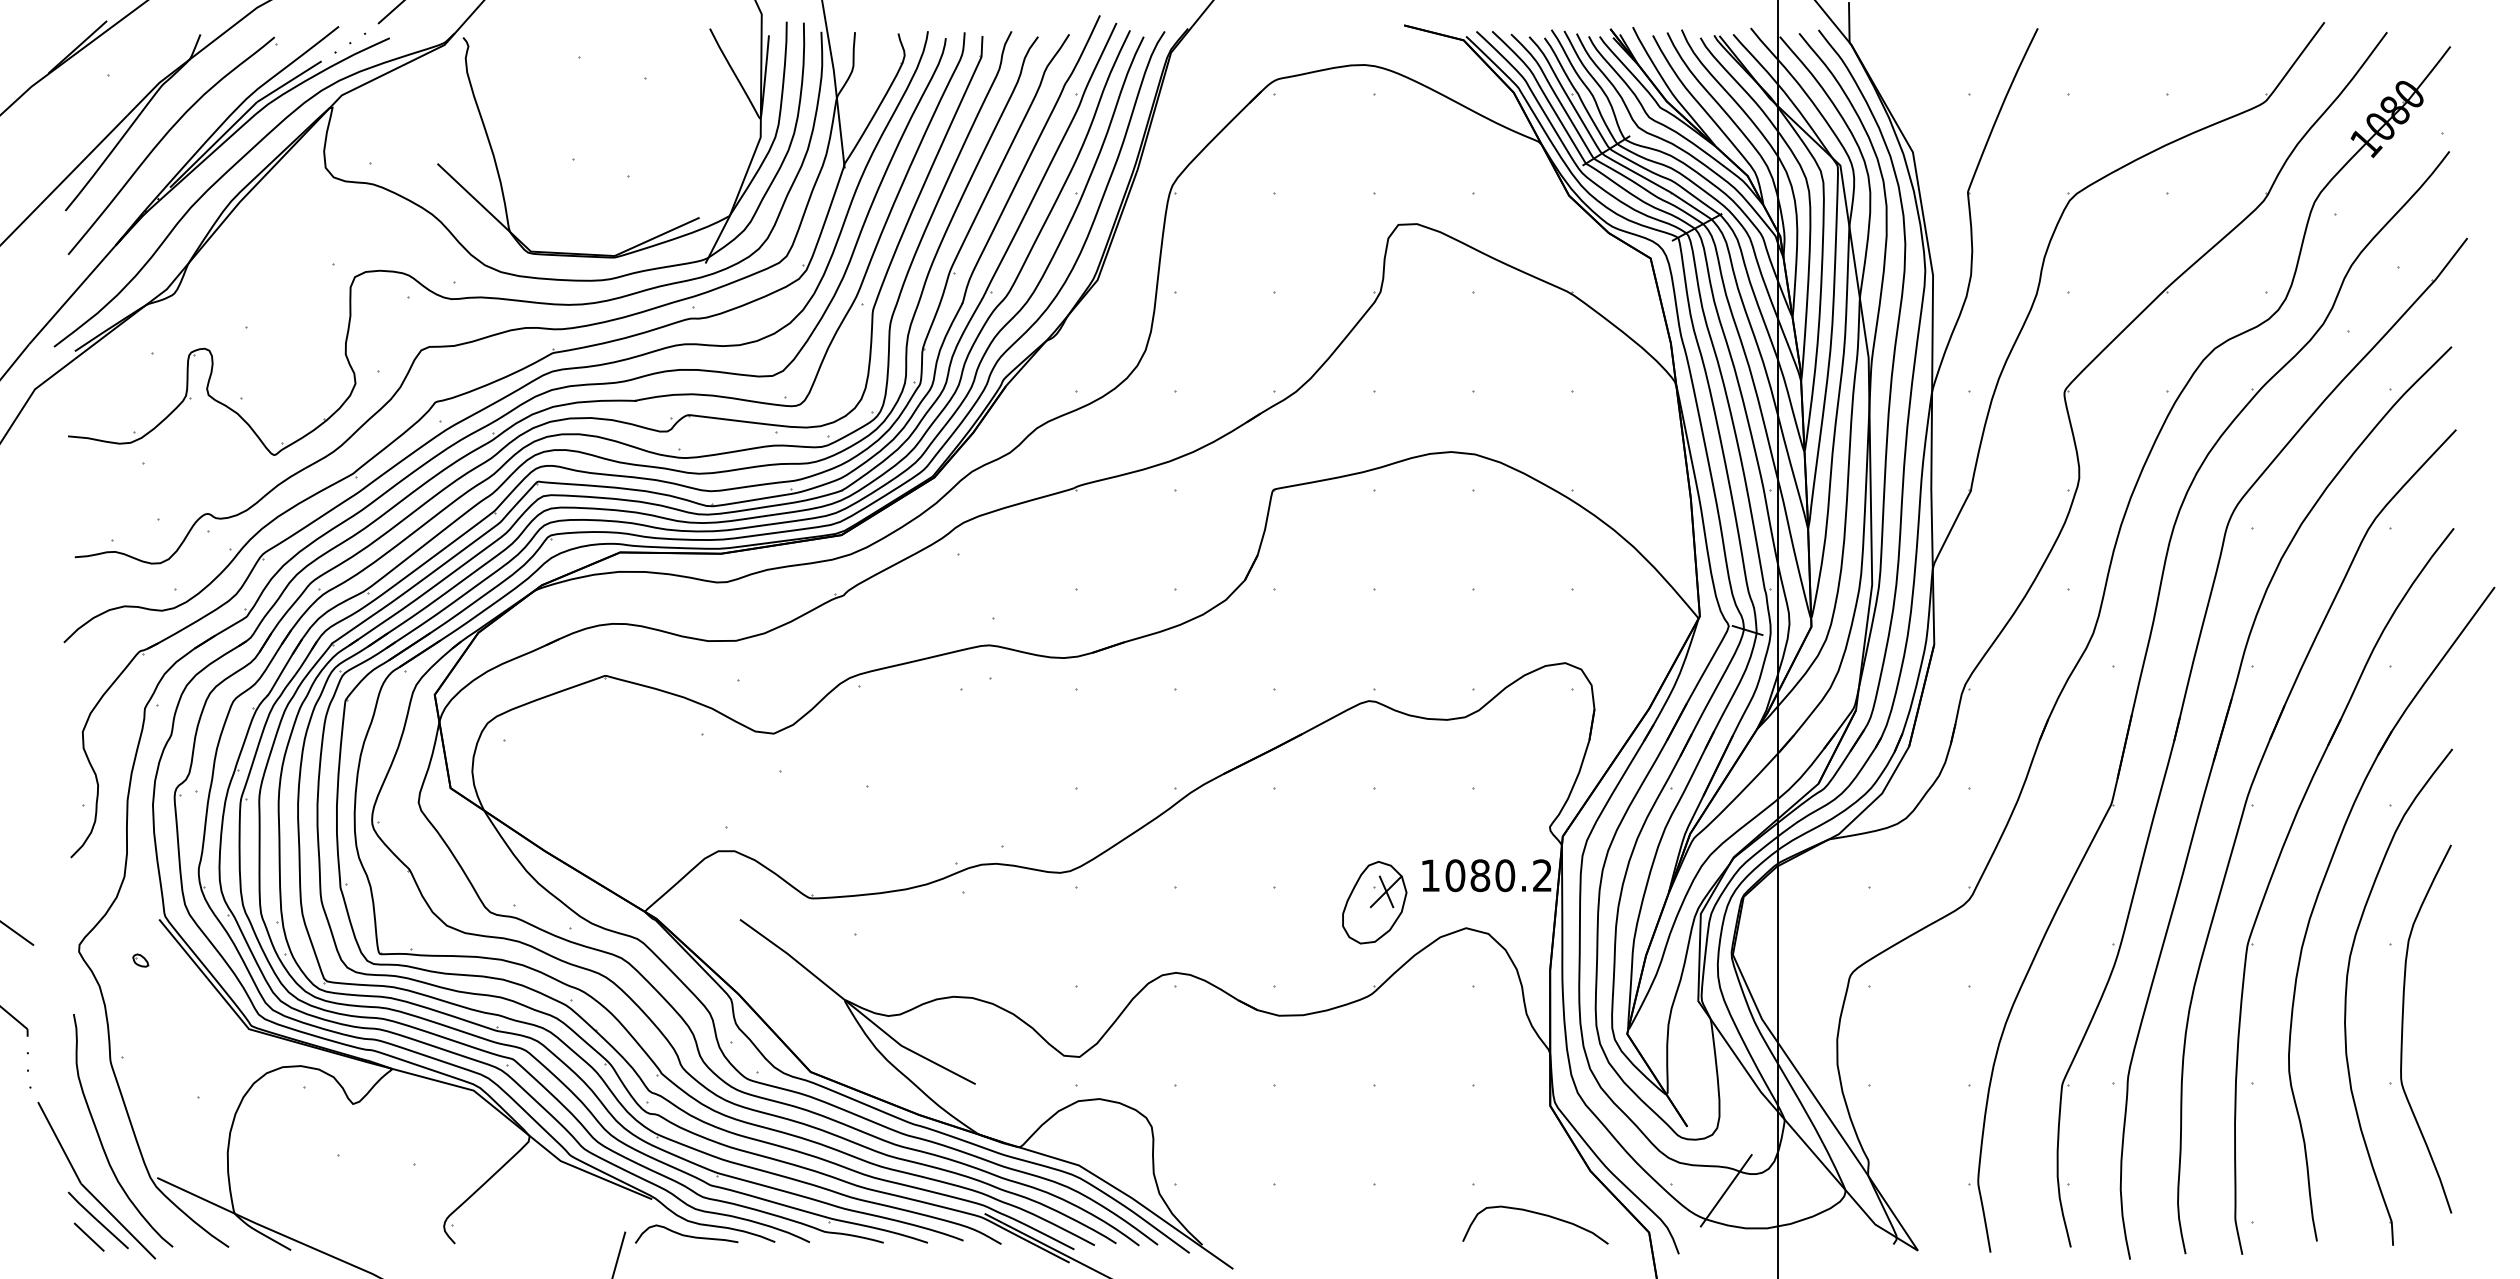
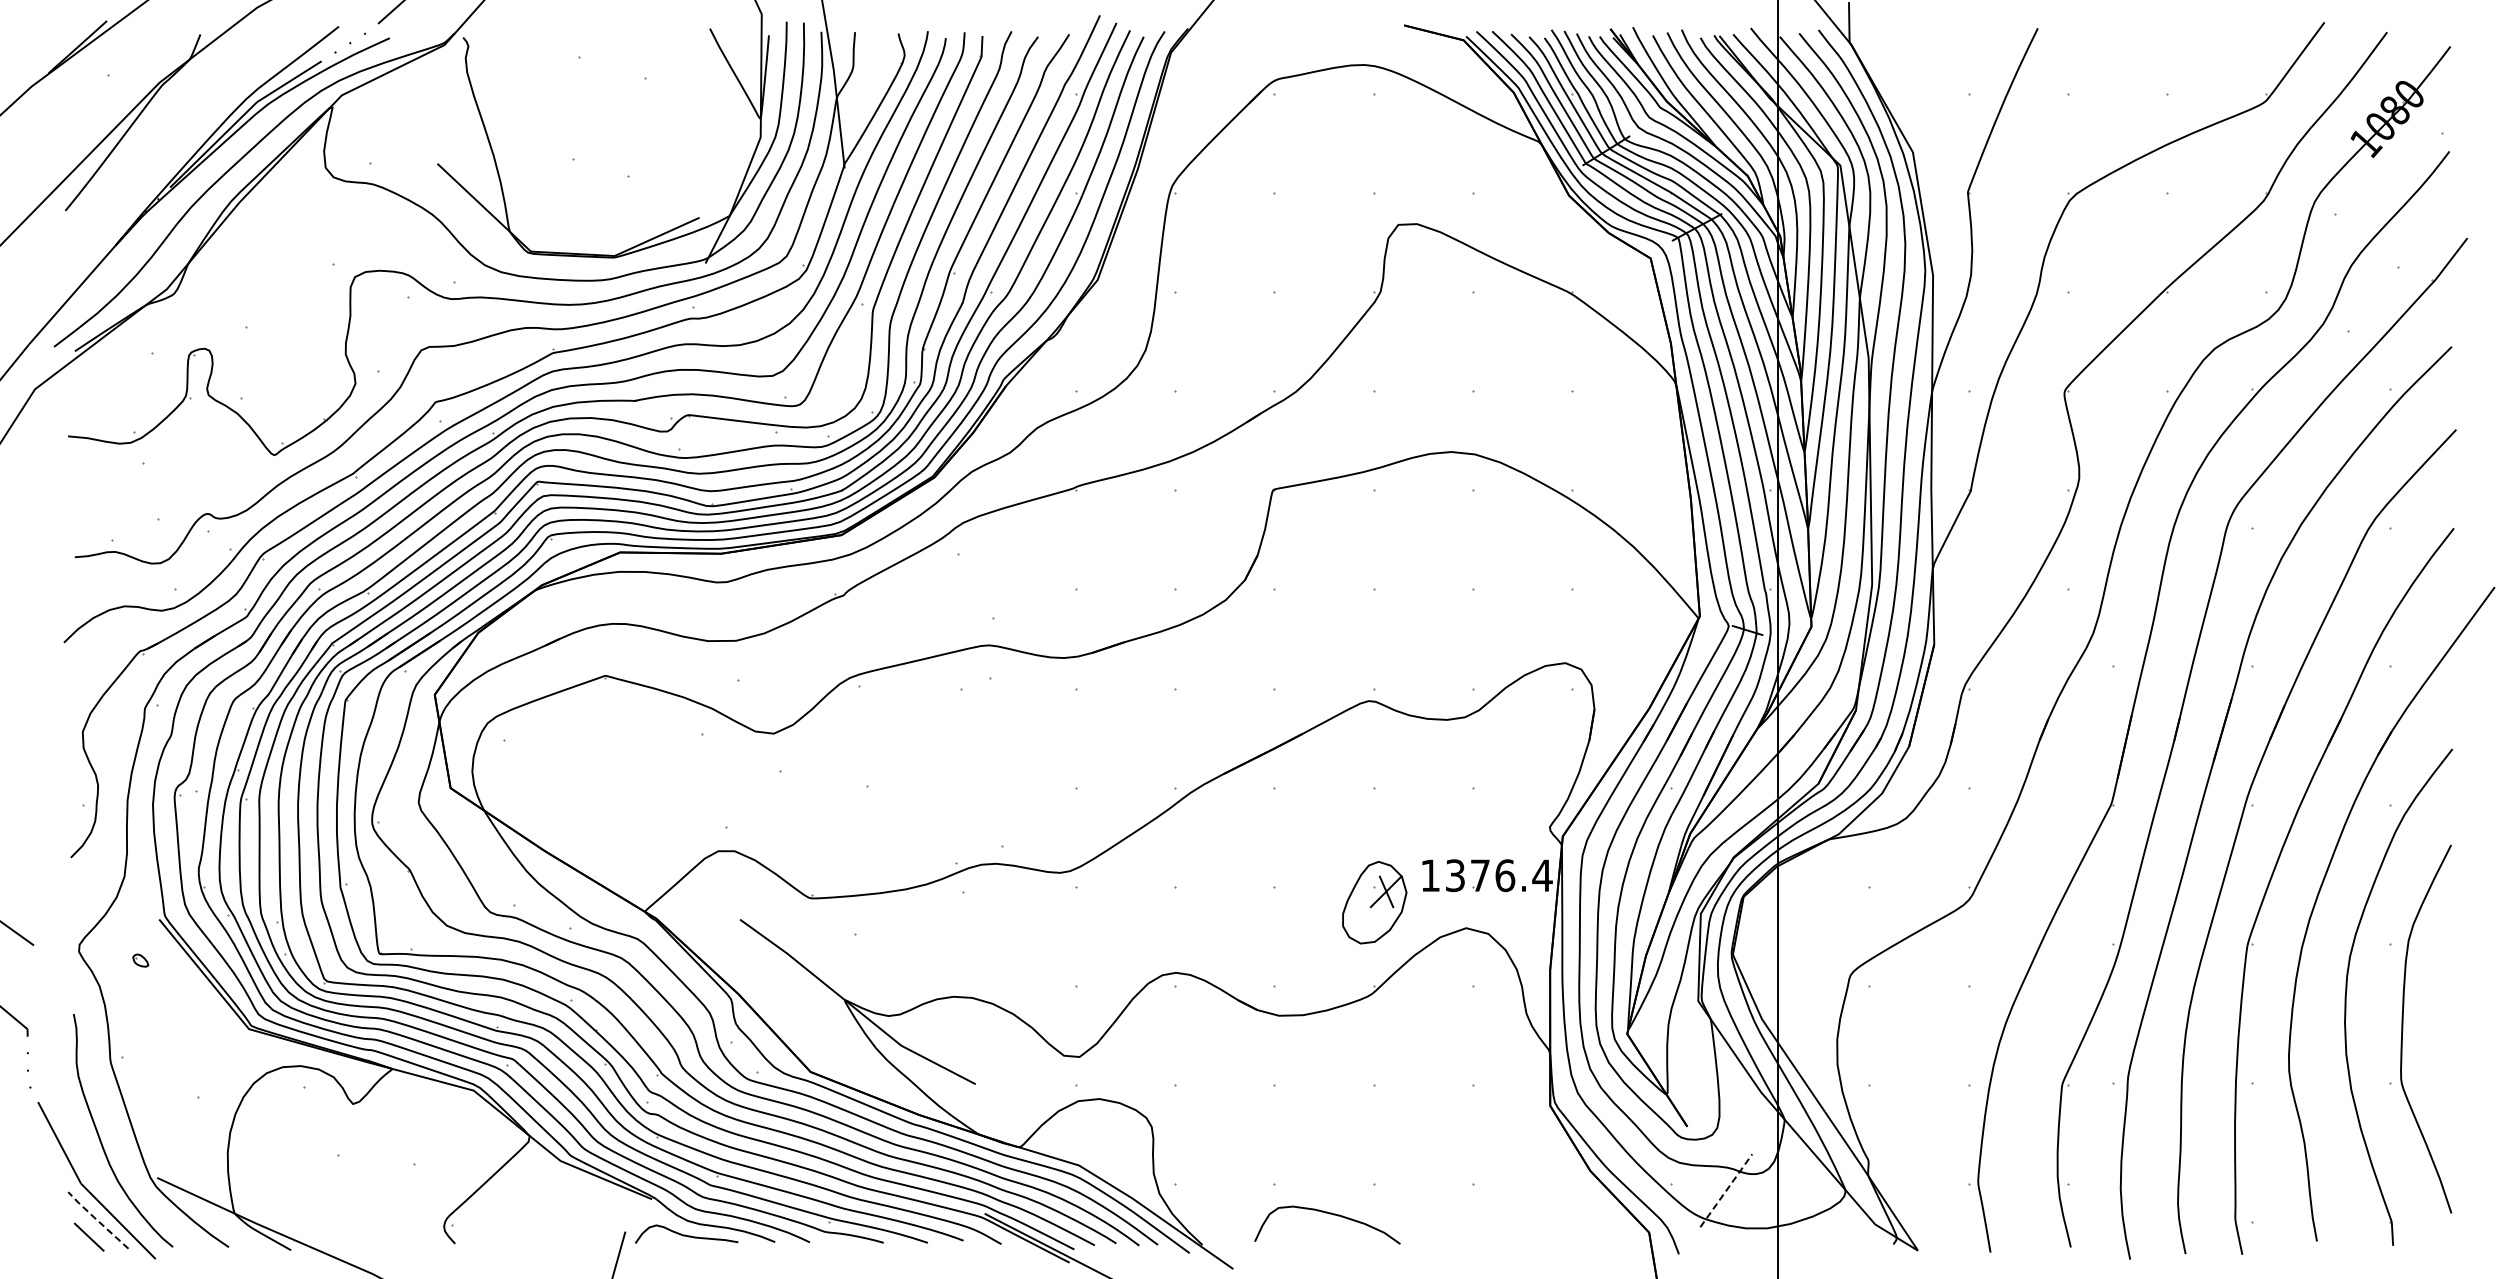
part at (163, 139): present -> none
text at (1498, 875): 1080.2 -> 1376.4
line at (1726, 1190): solid -> dashed
curve at (1537, 1214) position: (1537, 1214) -> (1329, 1214)
line at (97, 1220): solid -> dashed
